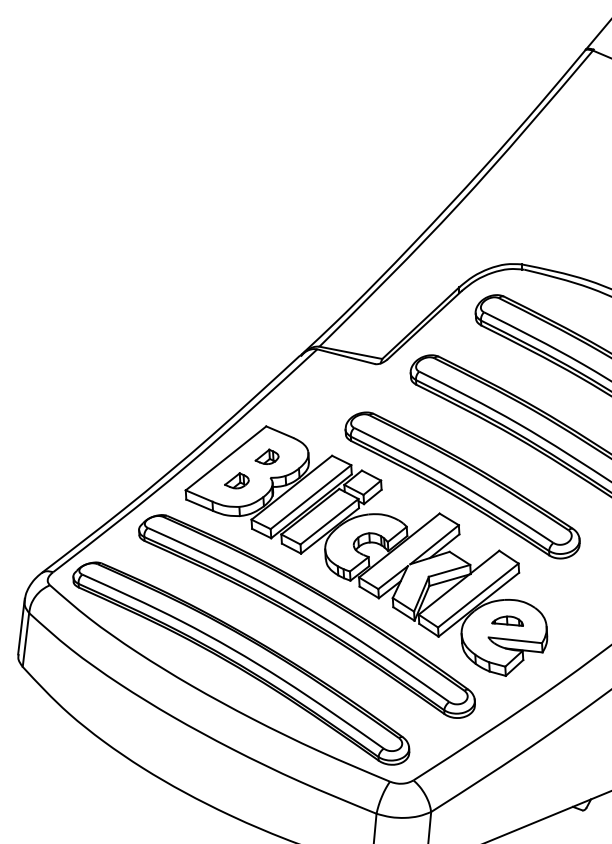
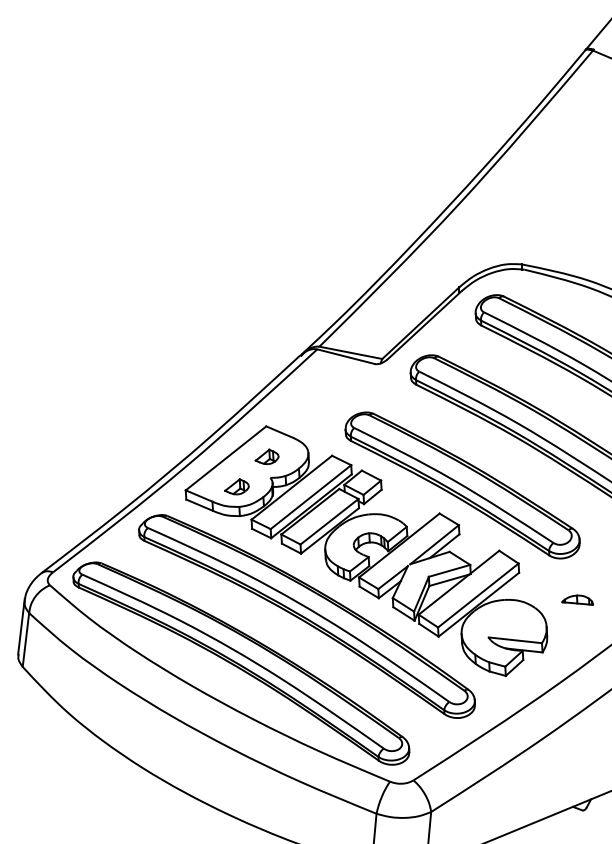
part at (236, 480) position: (236, 480) -> (236, 486)
part at (507, 620) position: (507, 620) -> (577, 599)
